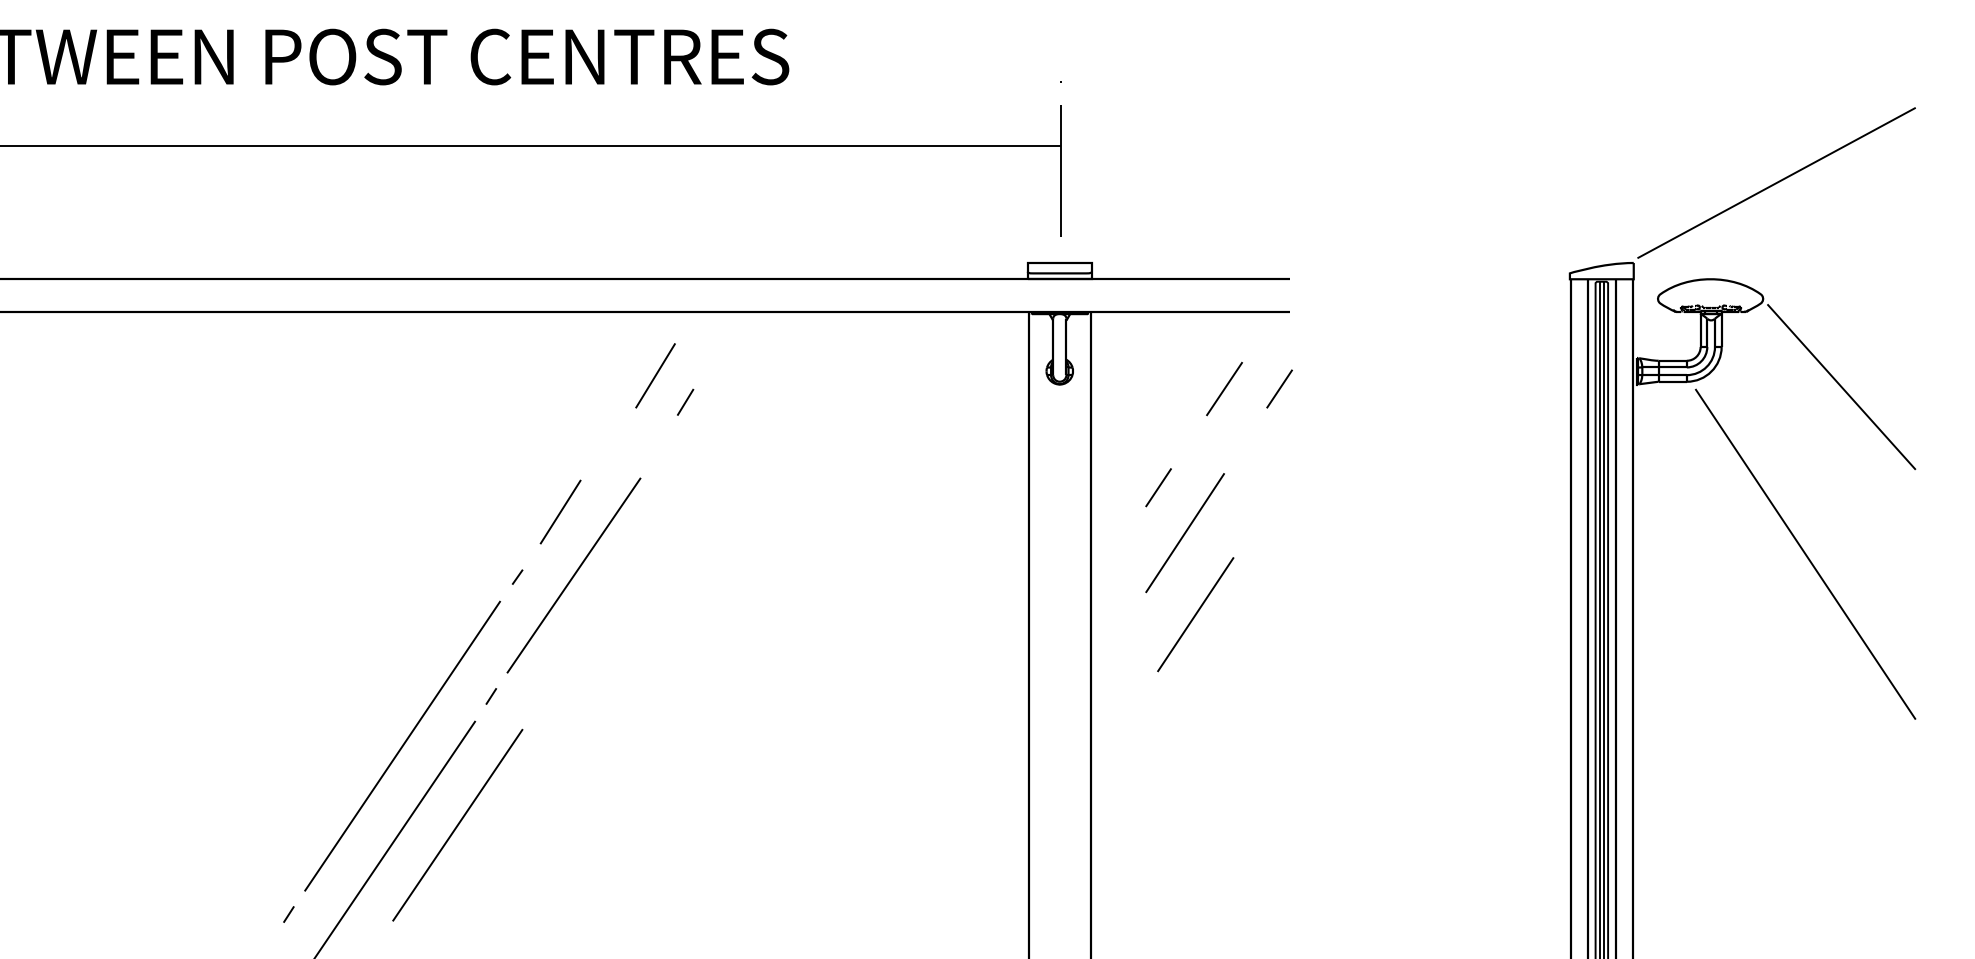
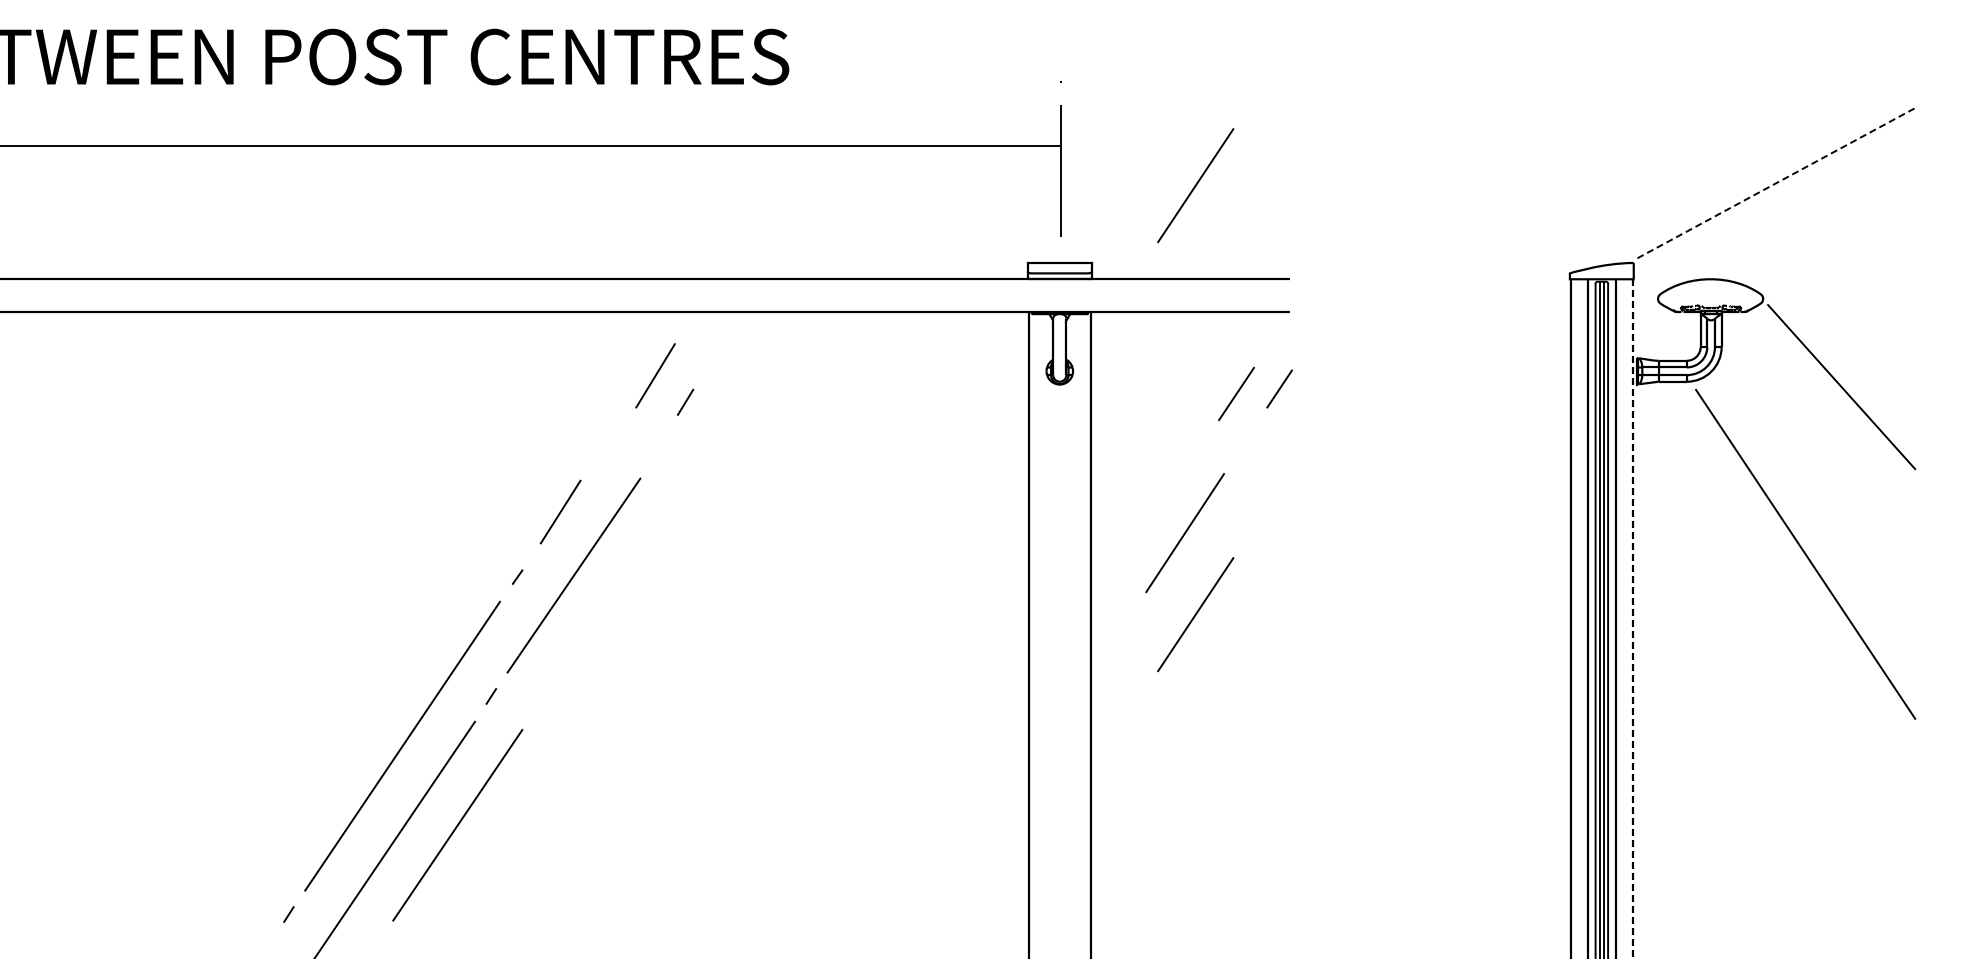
line at (1777, 182): solid -> dashed
line at (1195, 185): none -> present
line at (1224, 388) position: (1224, 388) -> (1236, 393)
line at (1158, 487): present -> none
line at (1633, 619): solid -> dashed
